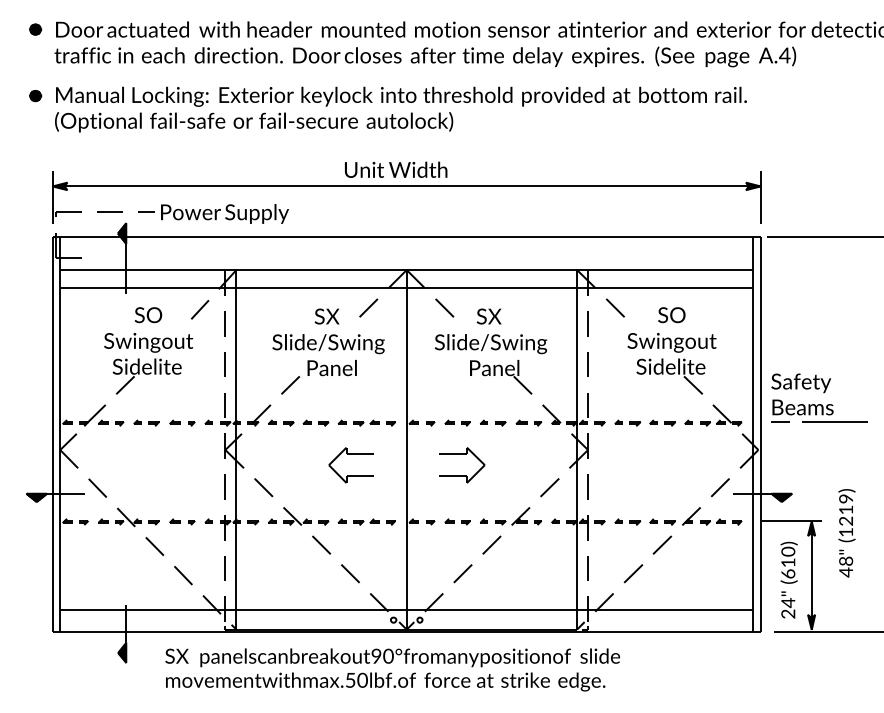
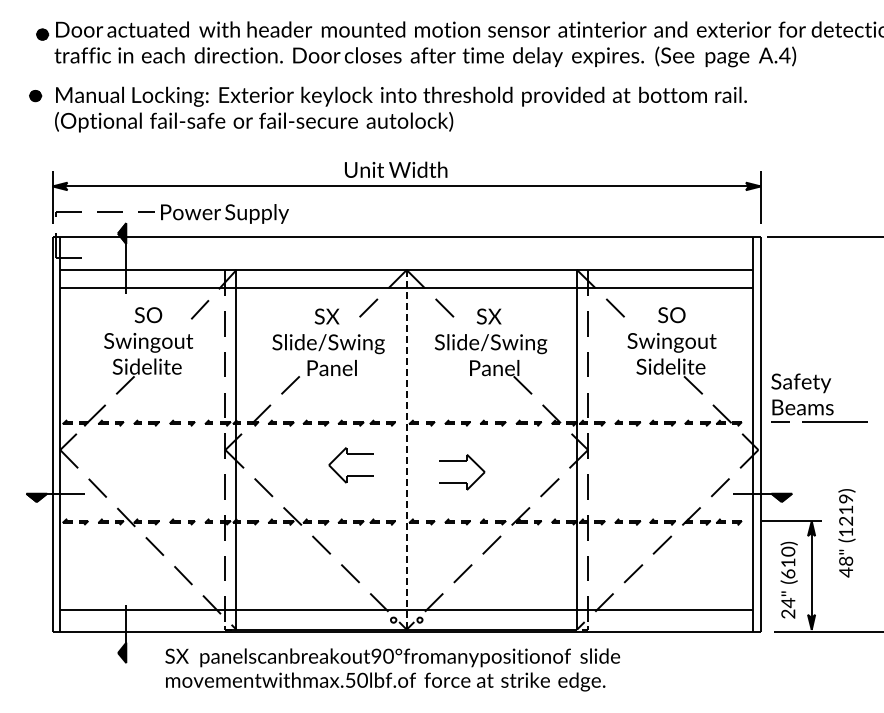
part at (35, 29) position: (35, 29) -> (42, 34)
line at (406, 449): solid -> dashed
part at (462, 475) position: (462, 475) -> (462, 482)
